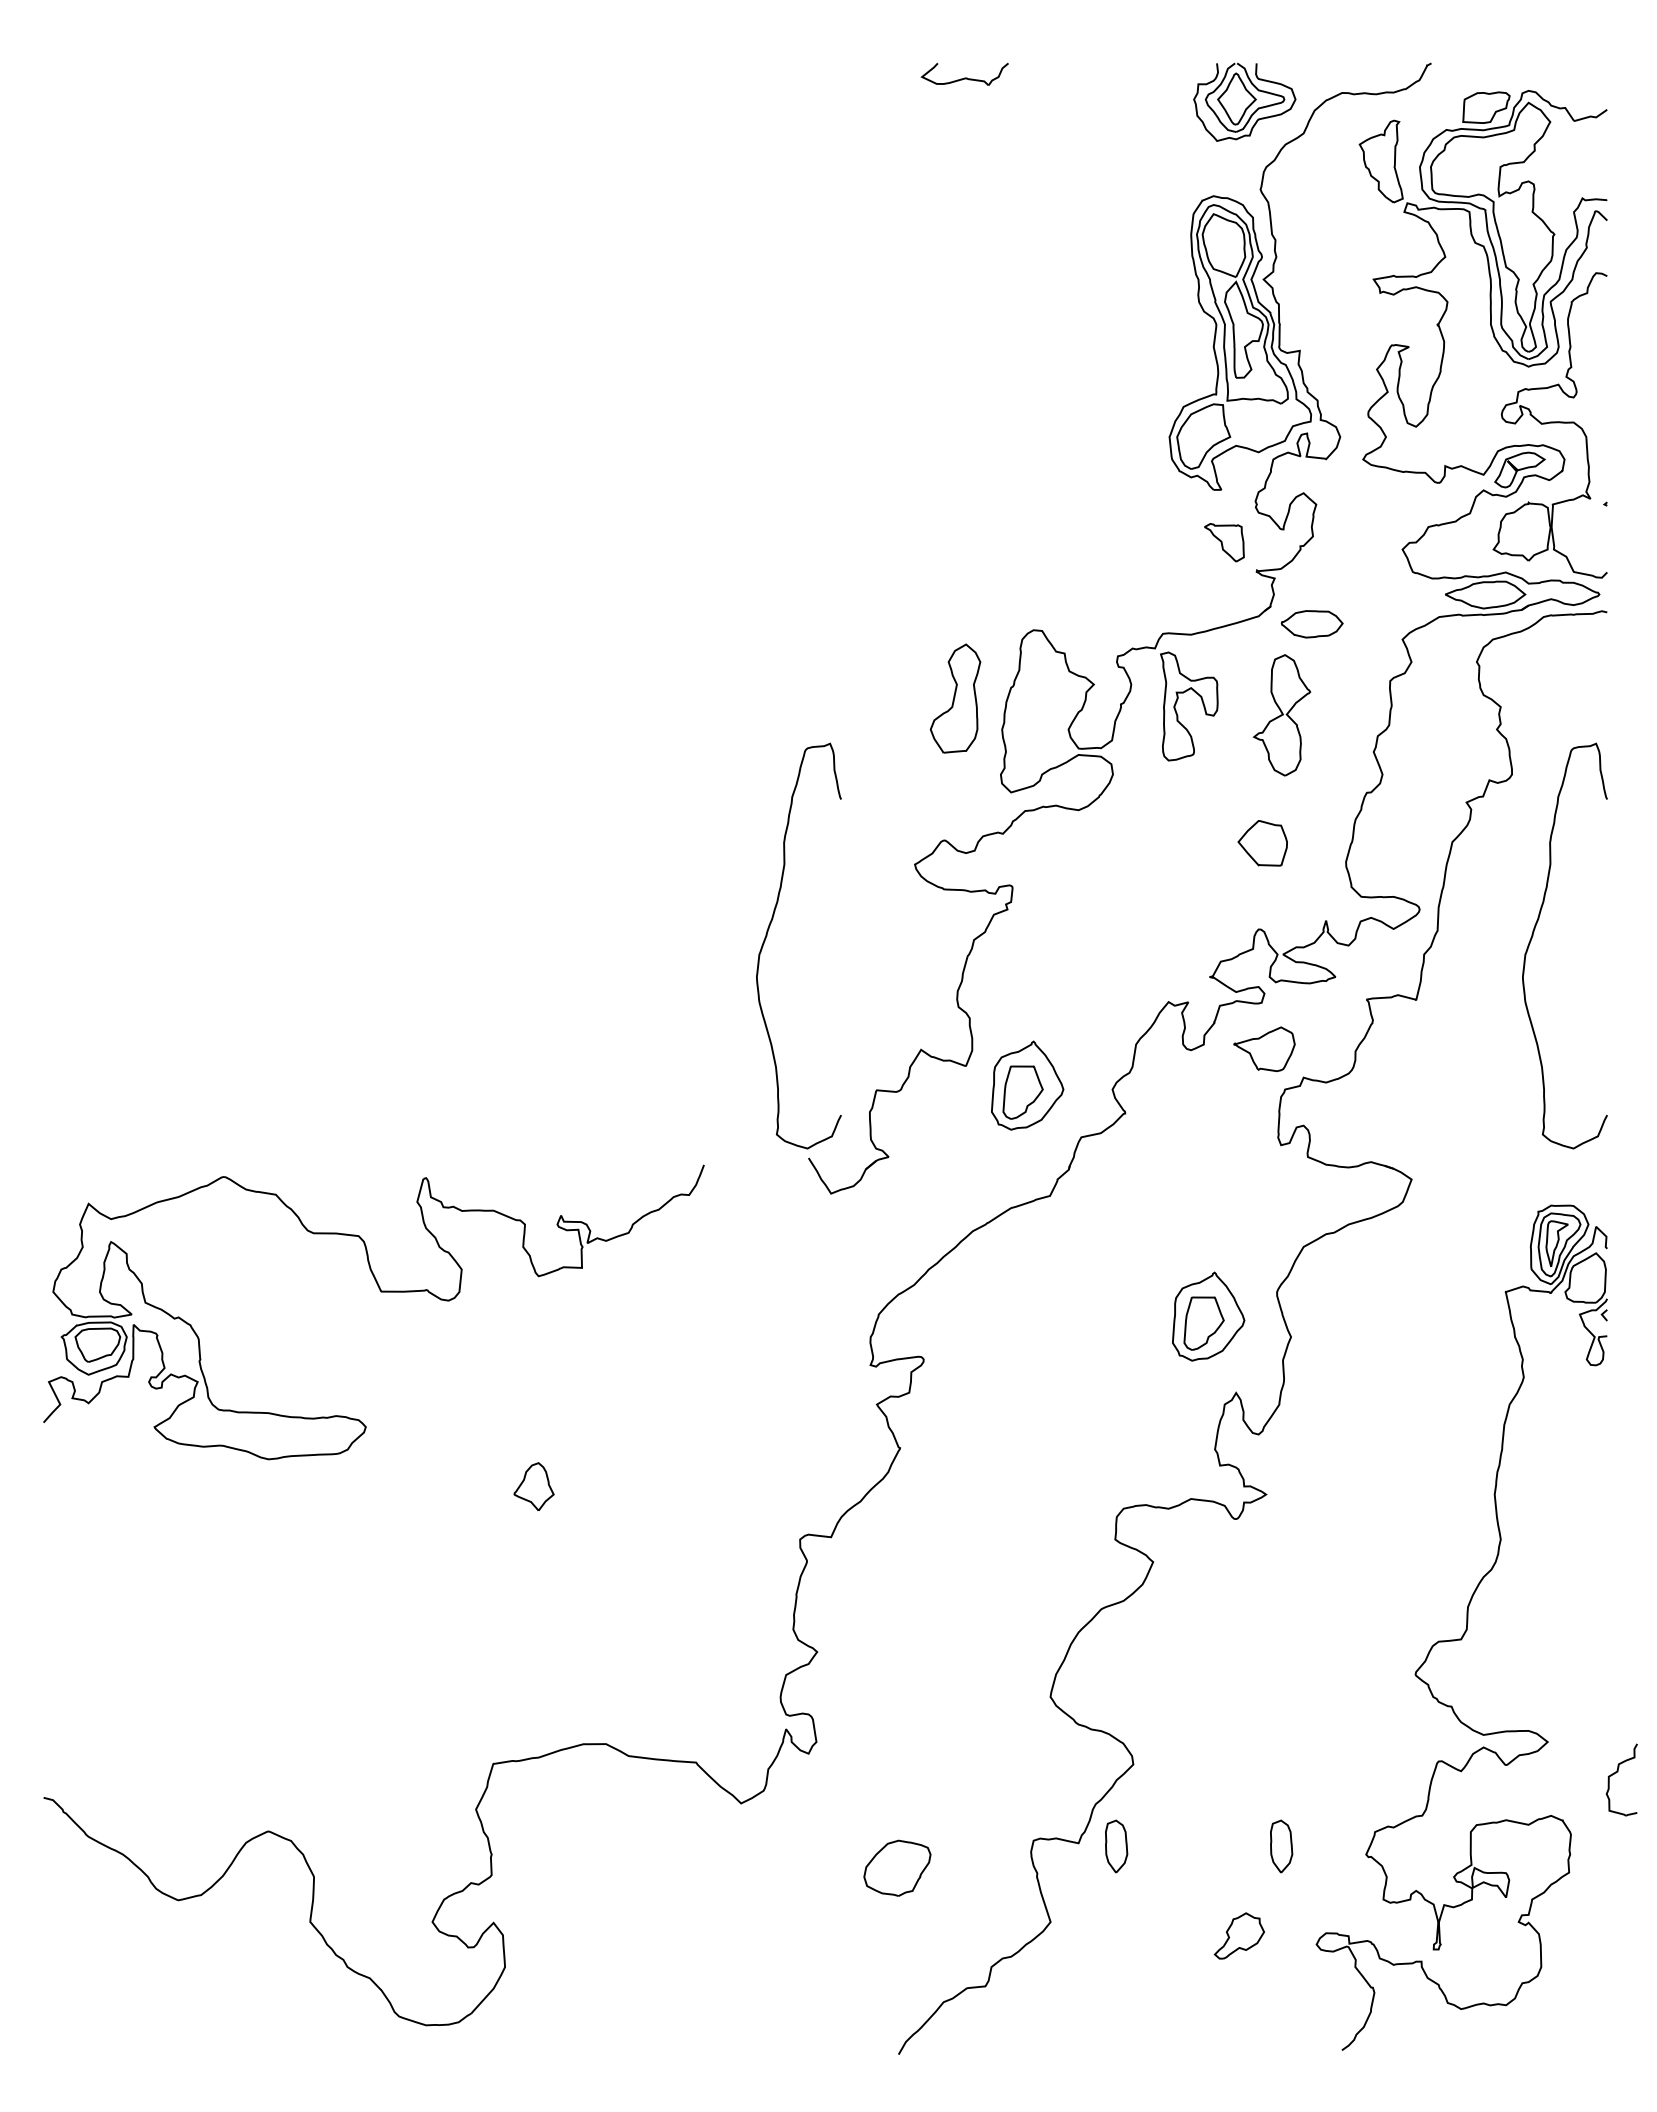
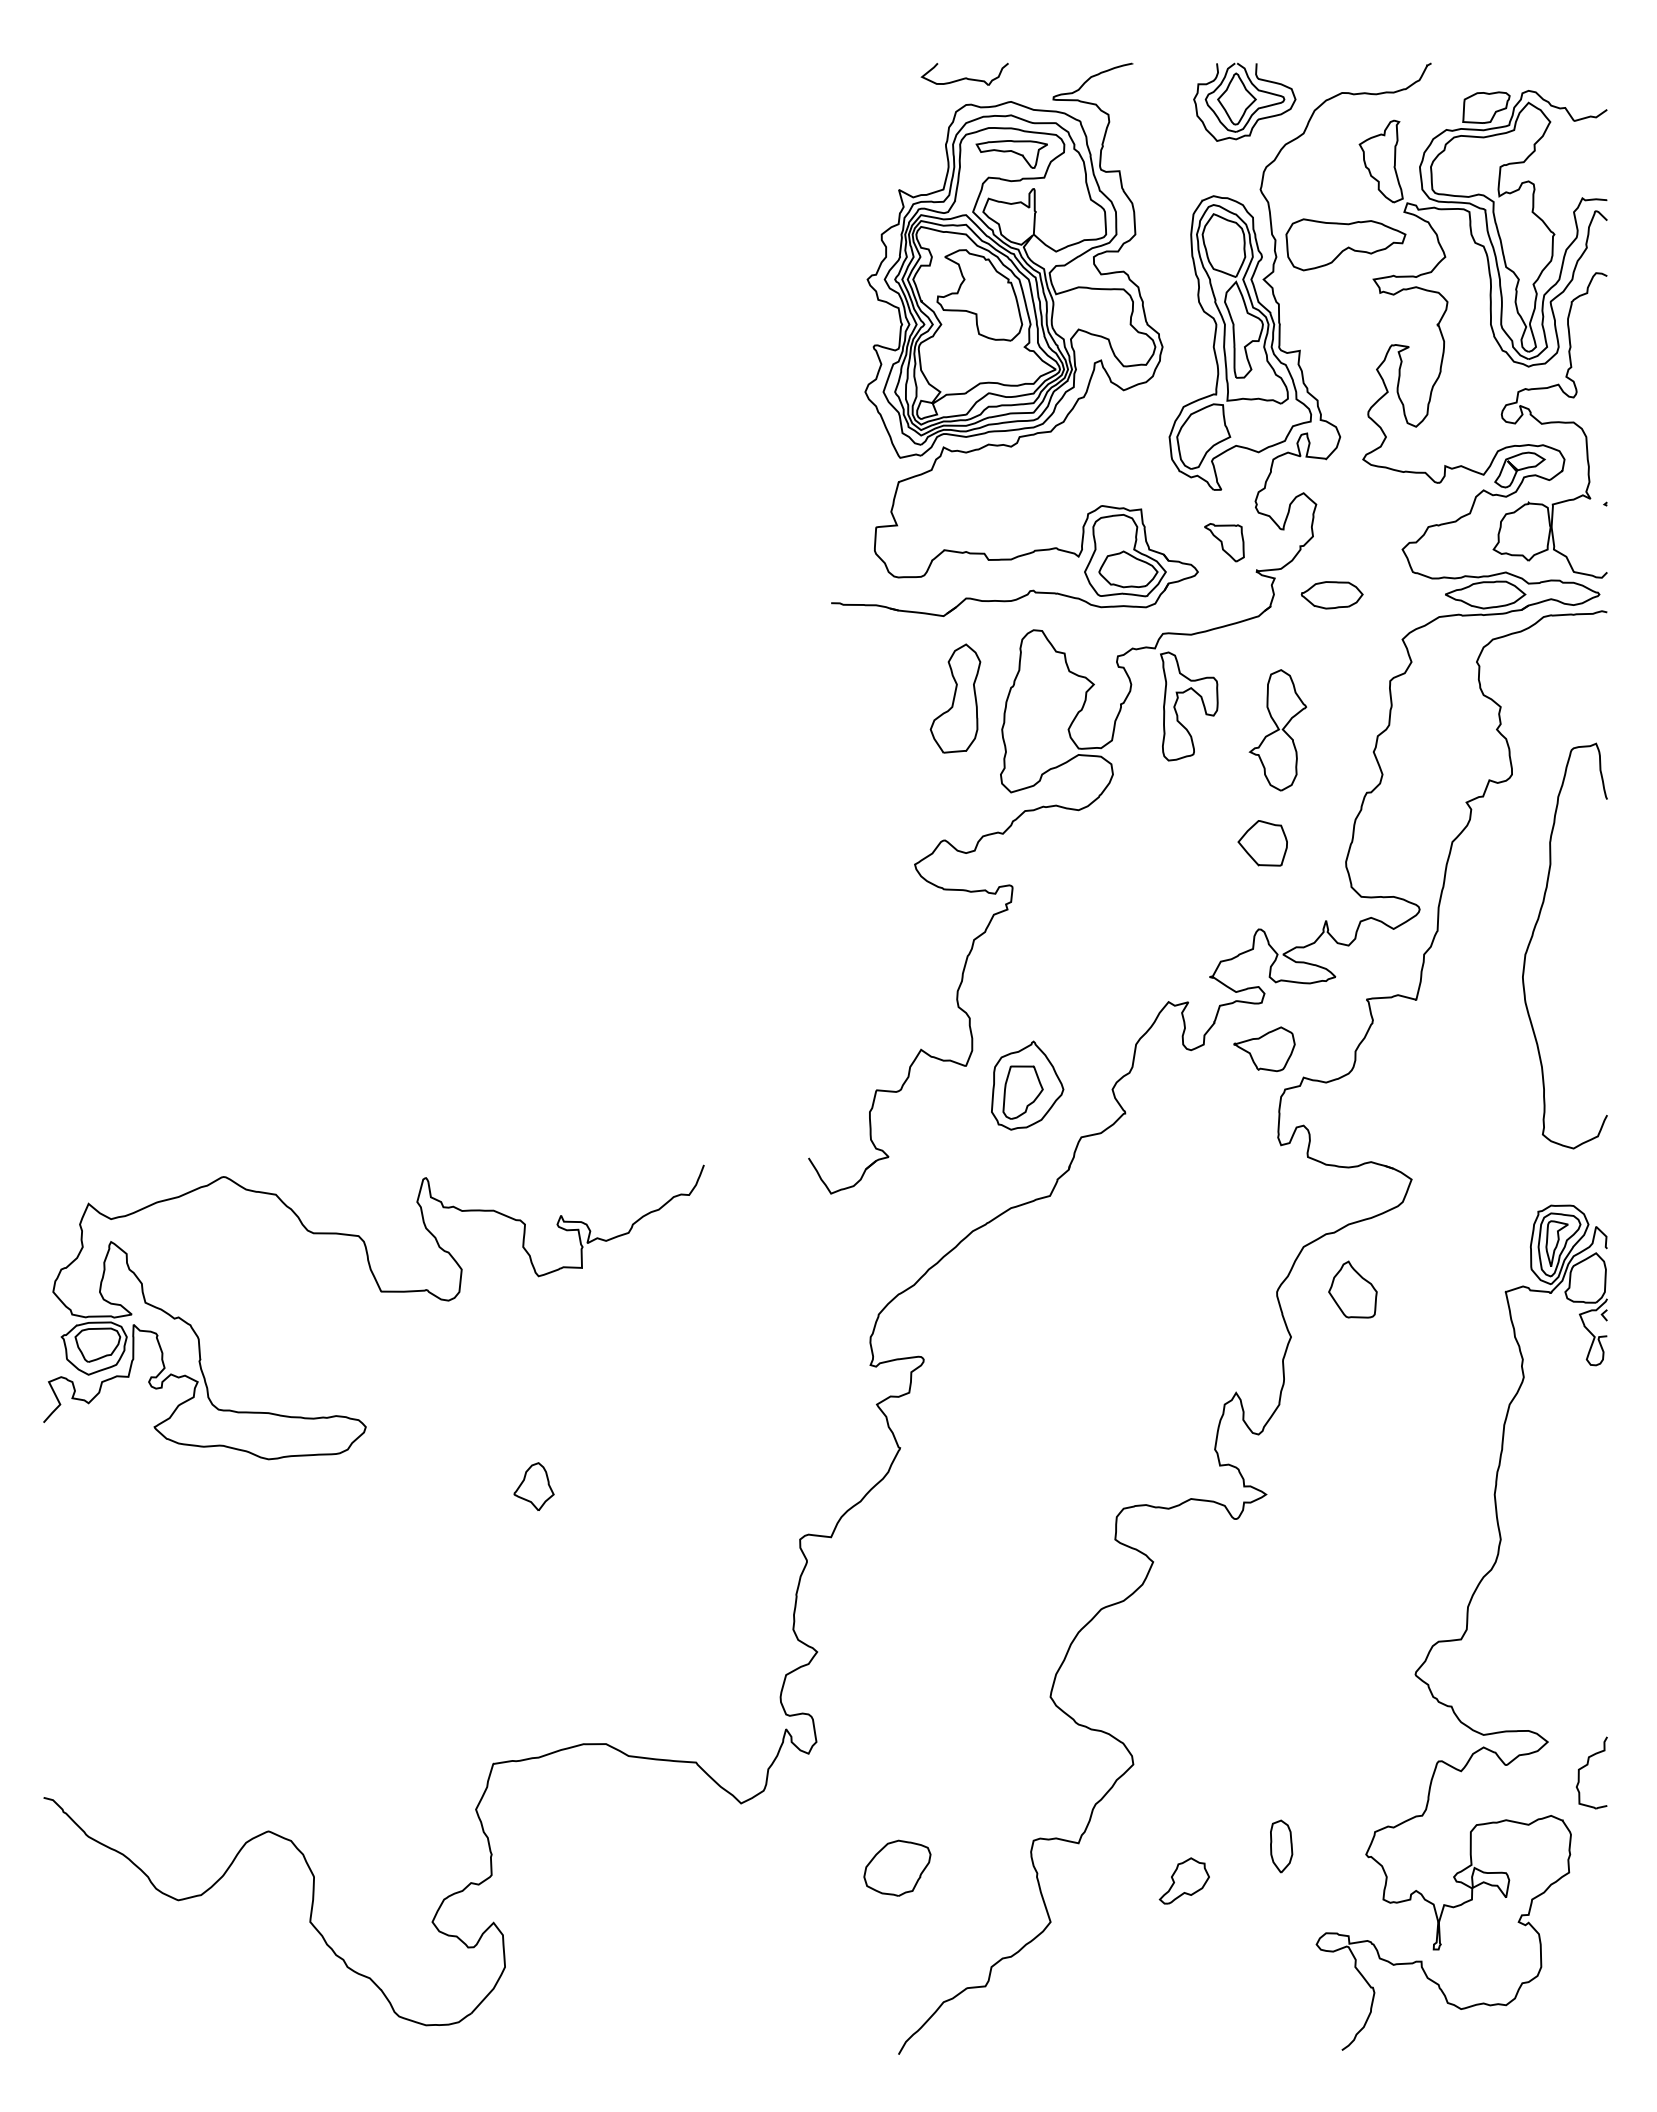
part at (1345, 244): none -> present
part at (1014, 339): none -> present
part at (1311, 624) position: (1311, 624) -> (1331, 595)
part at (1281, 715) position: (1281, 715) -> (1277, 730)
curve at (767, 936): present -> none
part at (1352, 1289): none -> present
part at (1208, 1316): present -> none
part at (1616, 1773) position: (1616, 1773) -> (1586, 1766)
part at (1116, 1846): present -> none
part at (1238, 1935) position: (1238, 1935) -> (1183, 1880)
